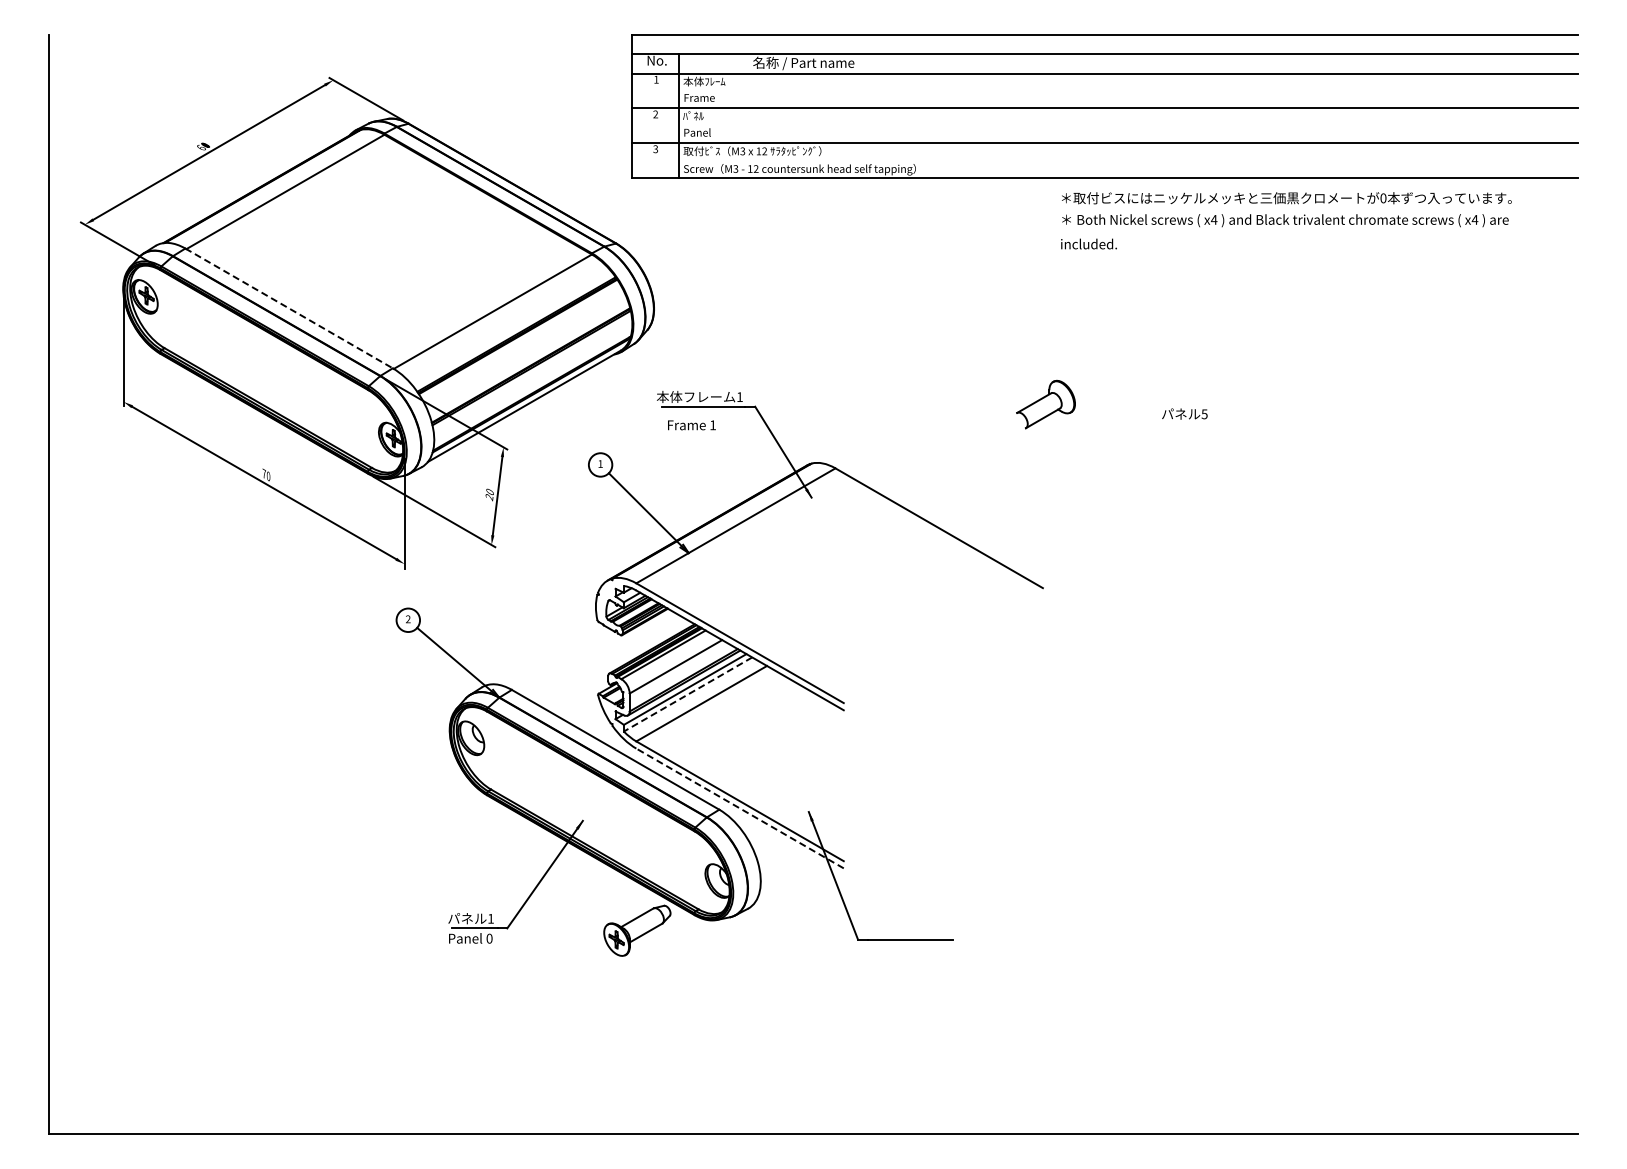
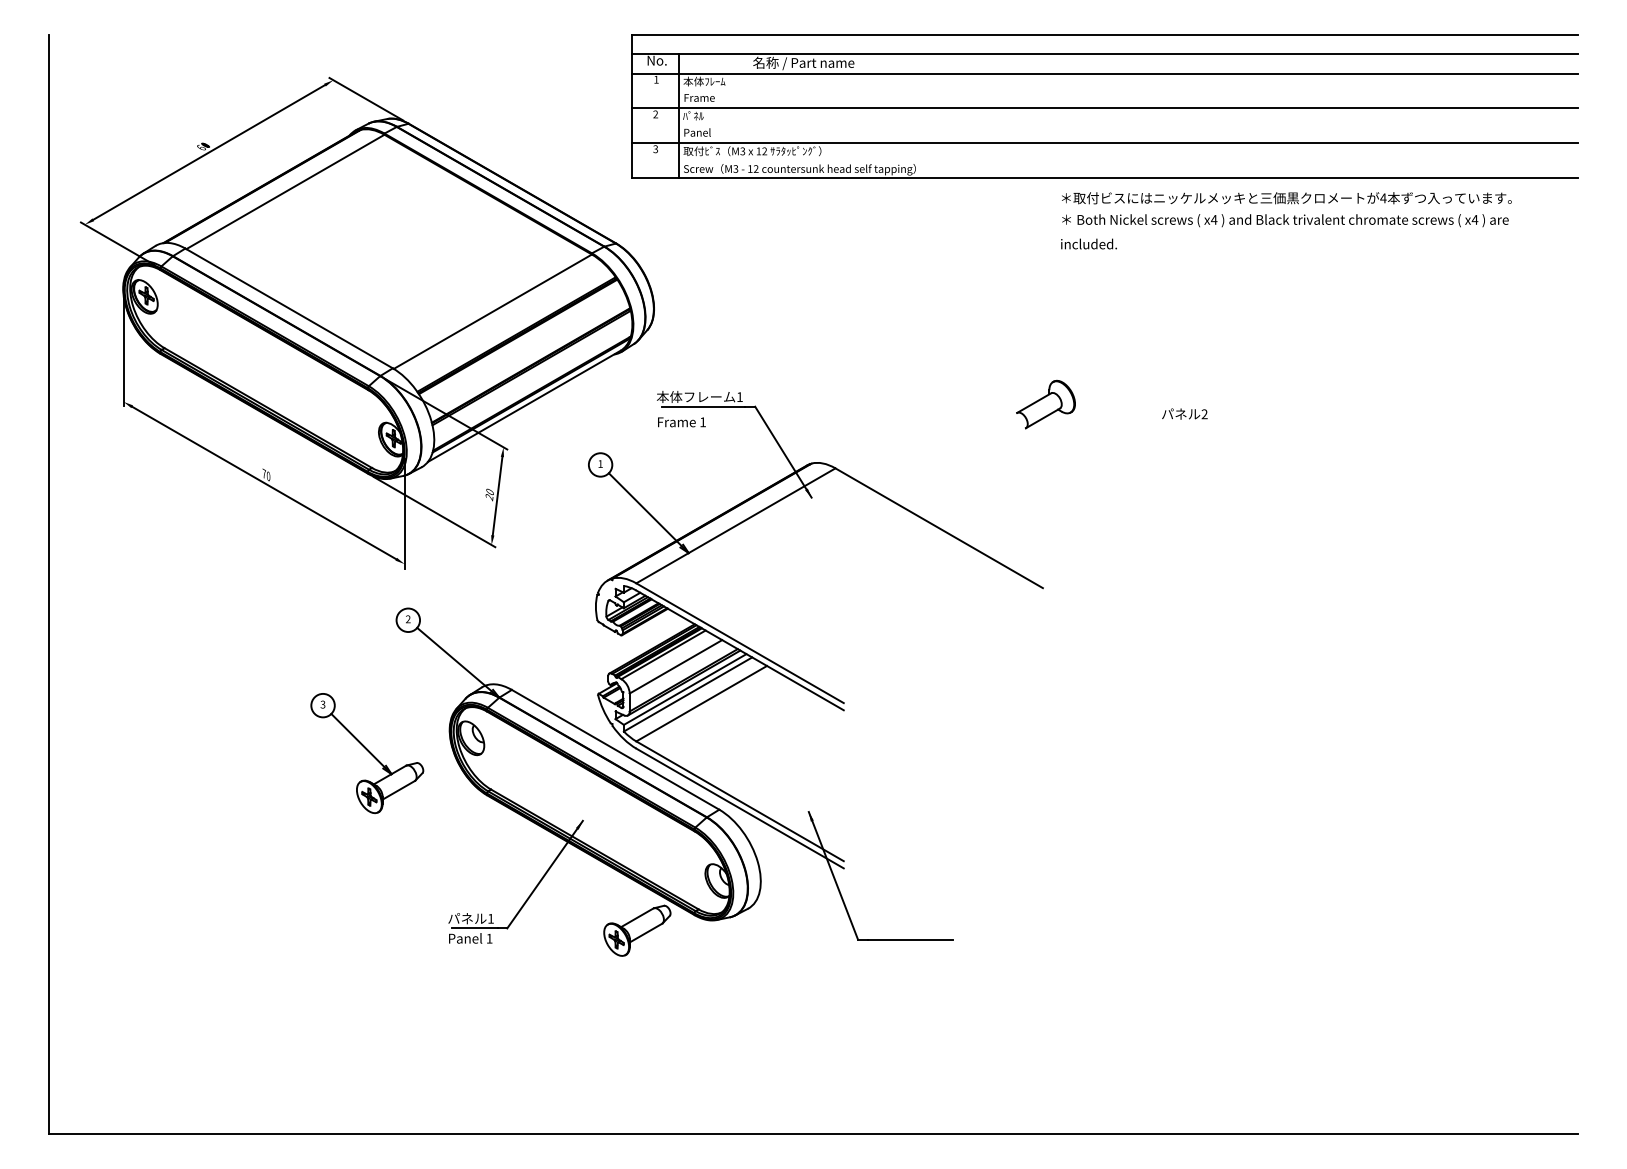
text at (1383, 198): 0 -> 4
line at (289, 308): dashed -> solid
text at (1204, 414): 5 -> 2
text at (691, 425) position: (691, 425) -> (681, 422)
line at (687, 694): dashed -> solid
part at (367, 753): none -> present
line at (740, 808): dashed -> solid
text at (489, 938): 0 -> 1
